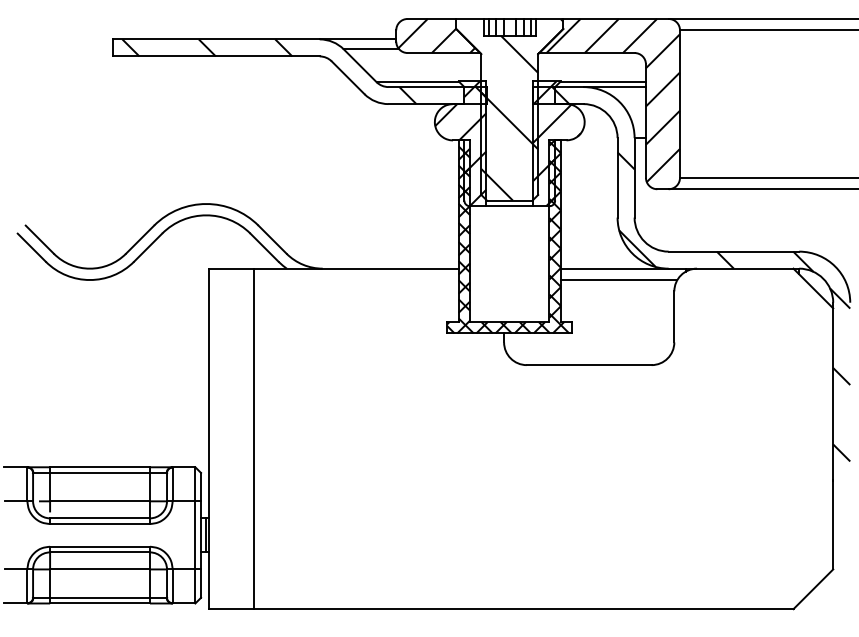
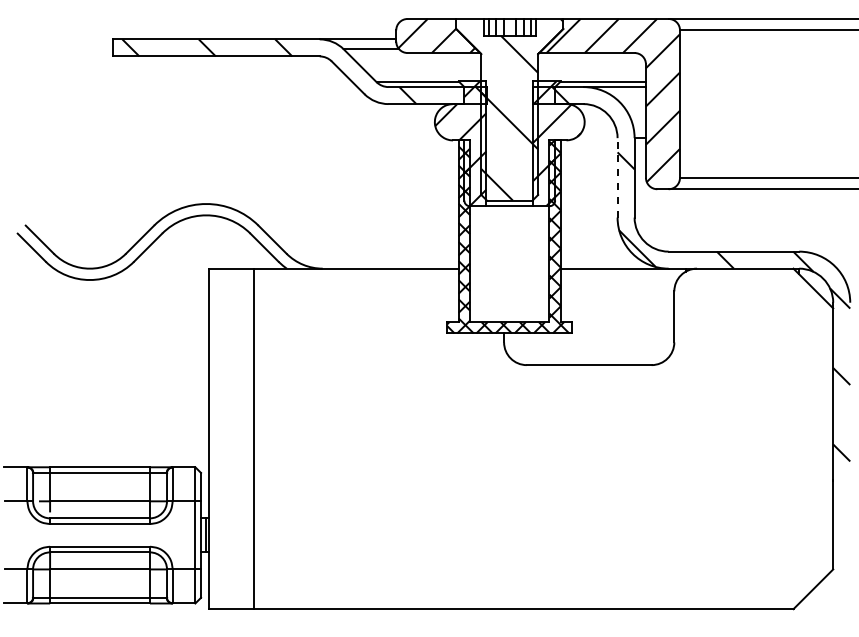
line at (617, 177): solid -> dashed
line at (618, 280): present -> none
